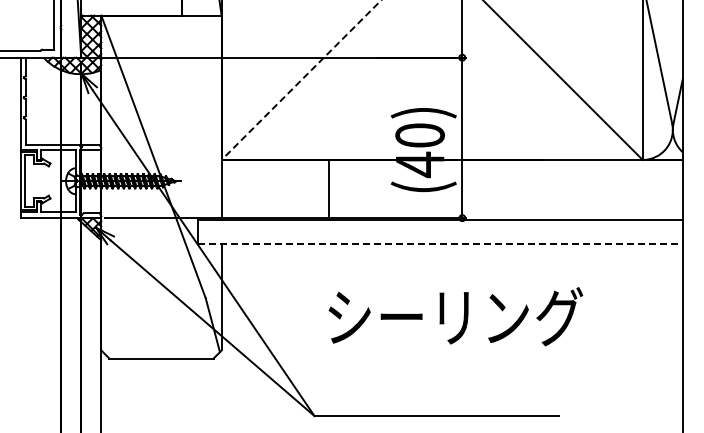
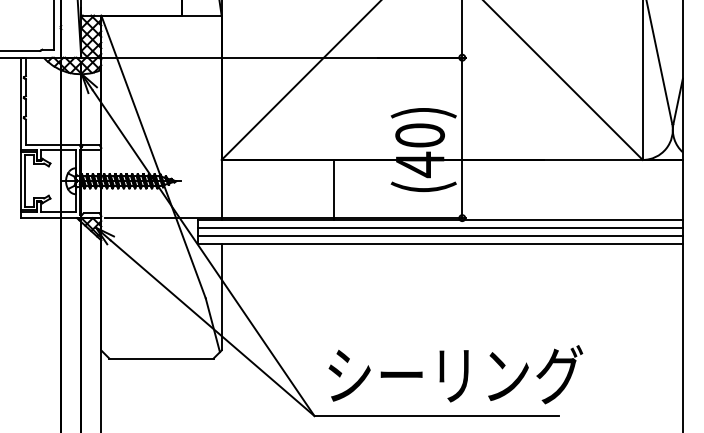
line at (301, 80): dashed -> solid
line at (328, 189) position: (328, 189) -> (333, 189)
line at (439, 228): none -> present
line at (439, 236): none -> present
line at (440, 244): dashed -> solid
text at (455, 316) position: (455, 316) -> (455, 374)
